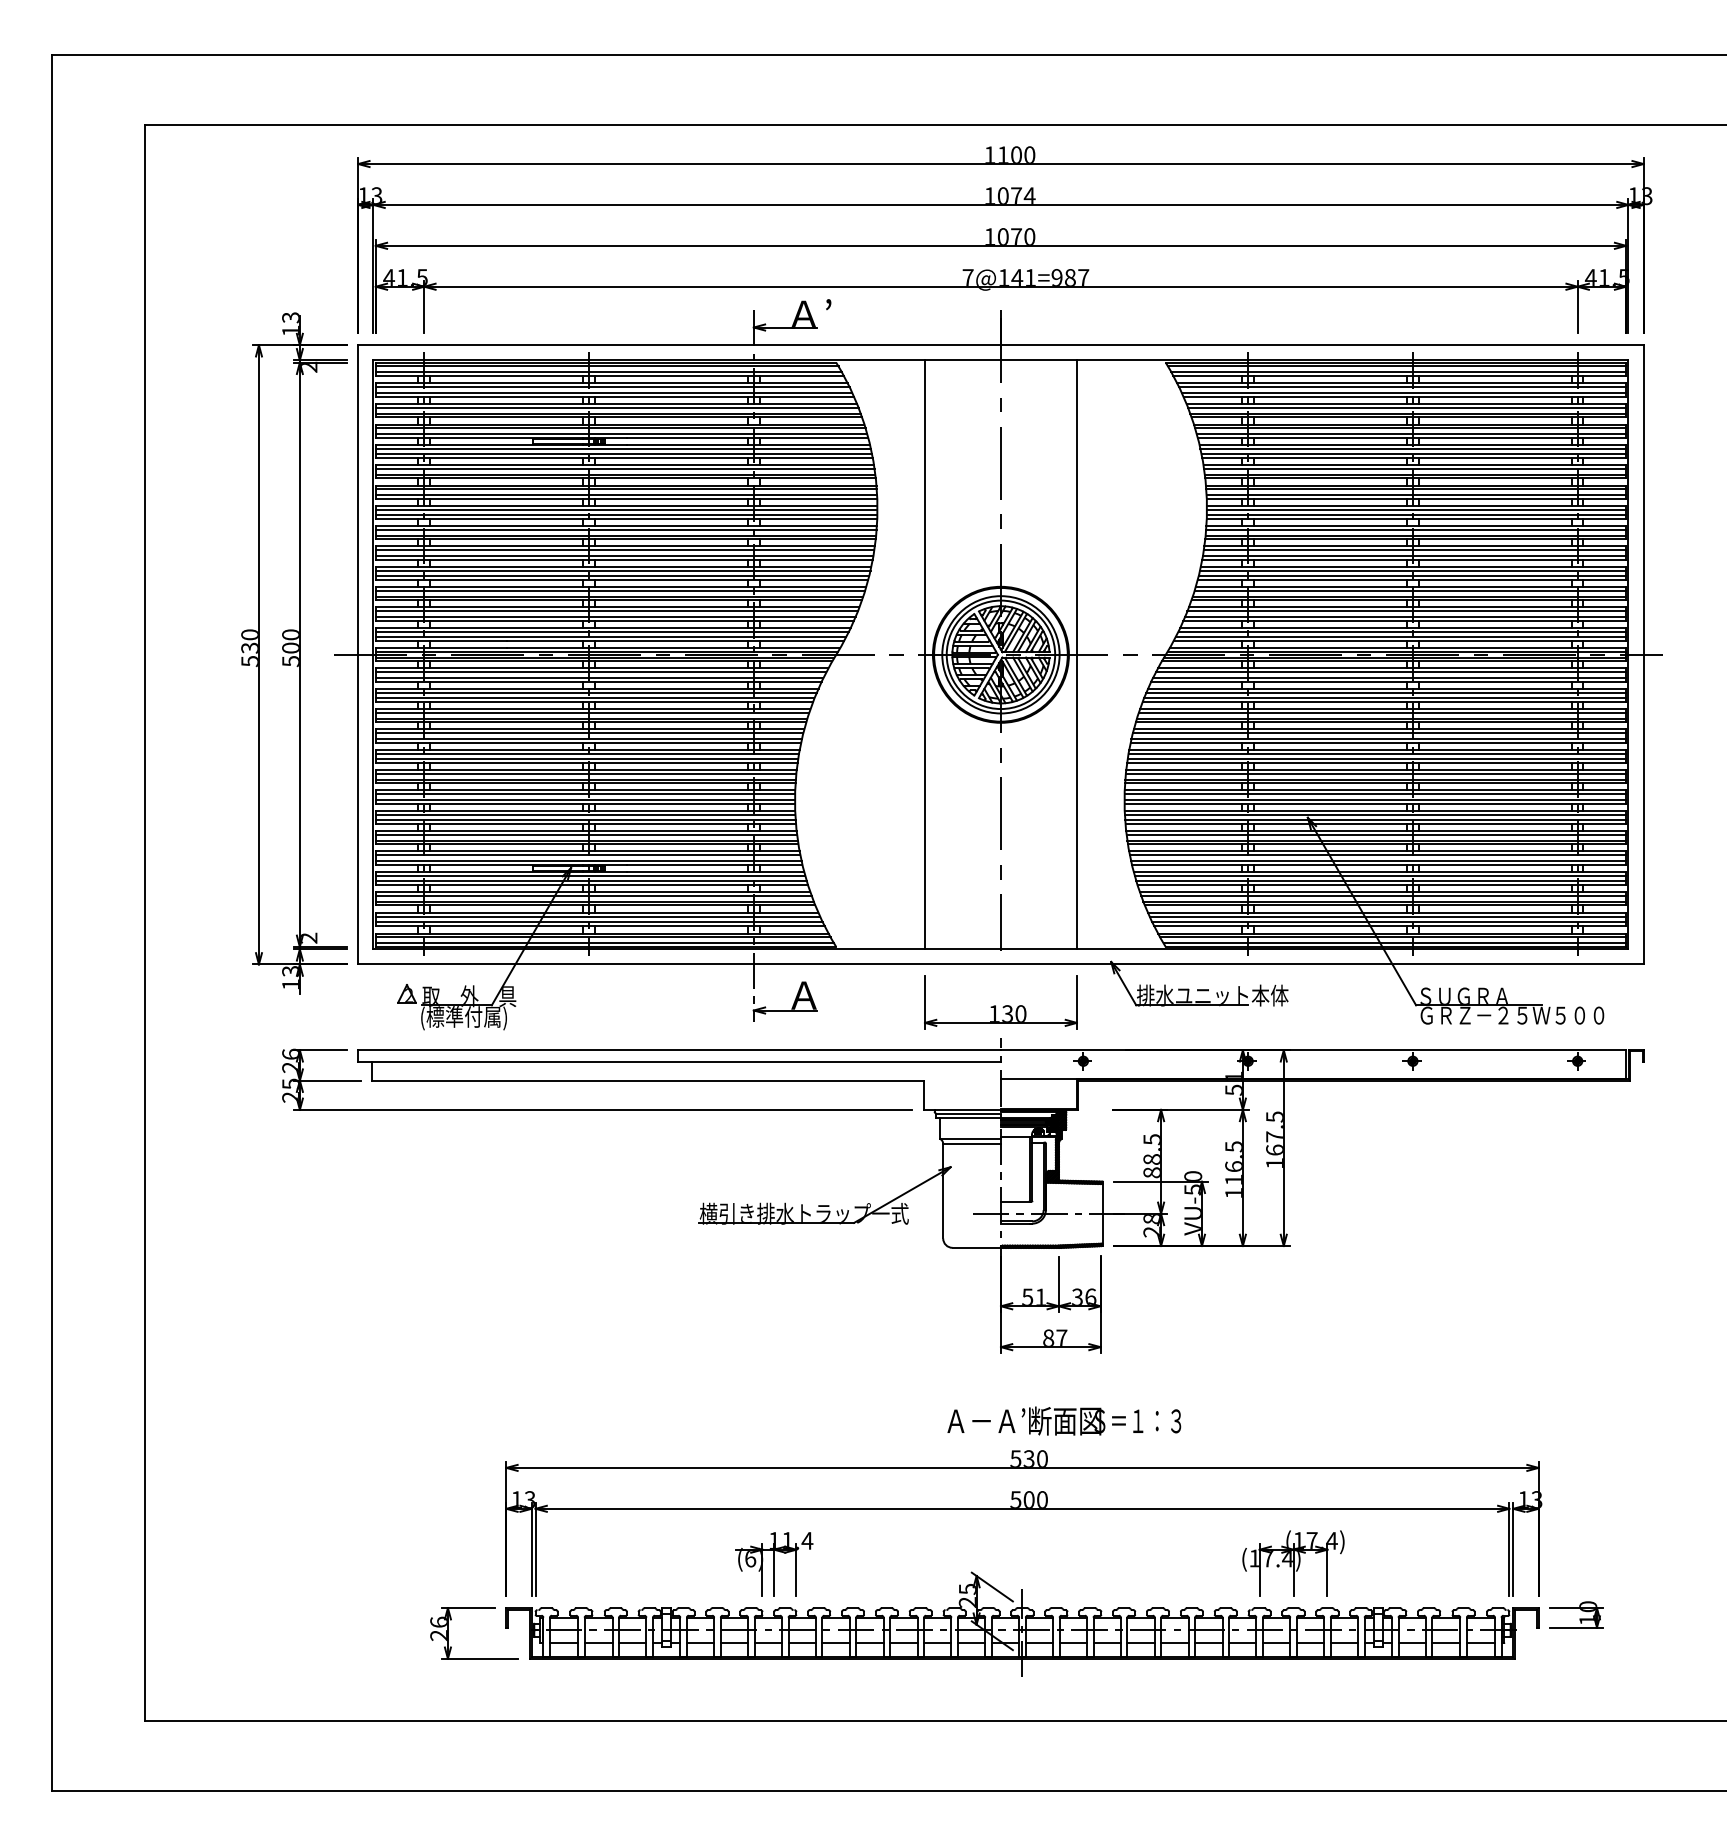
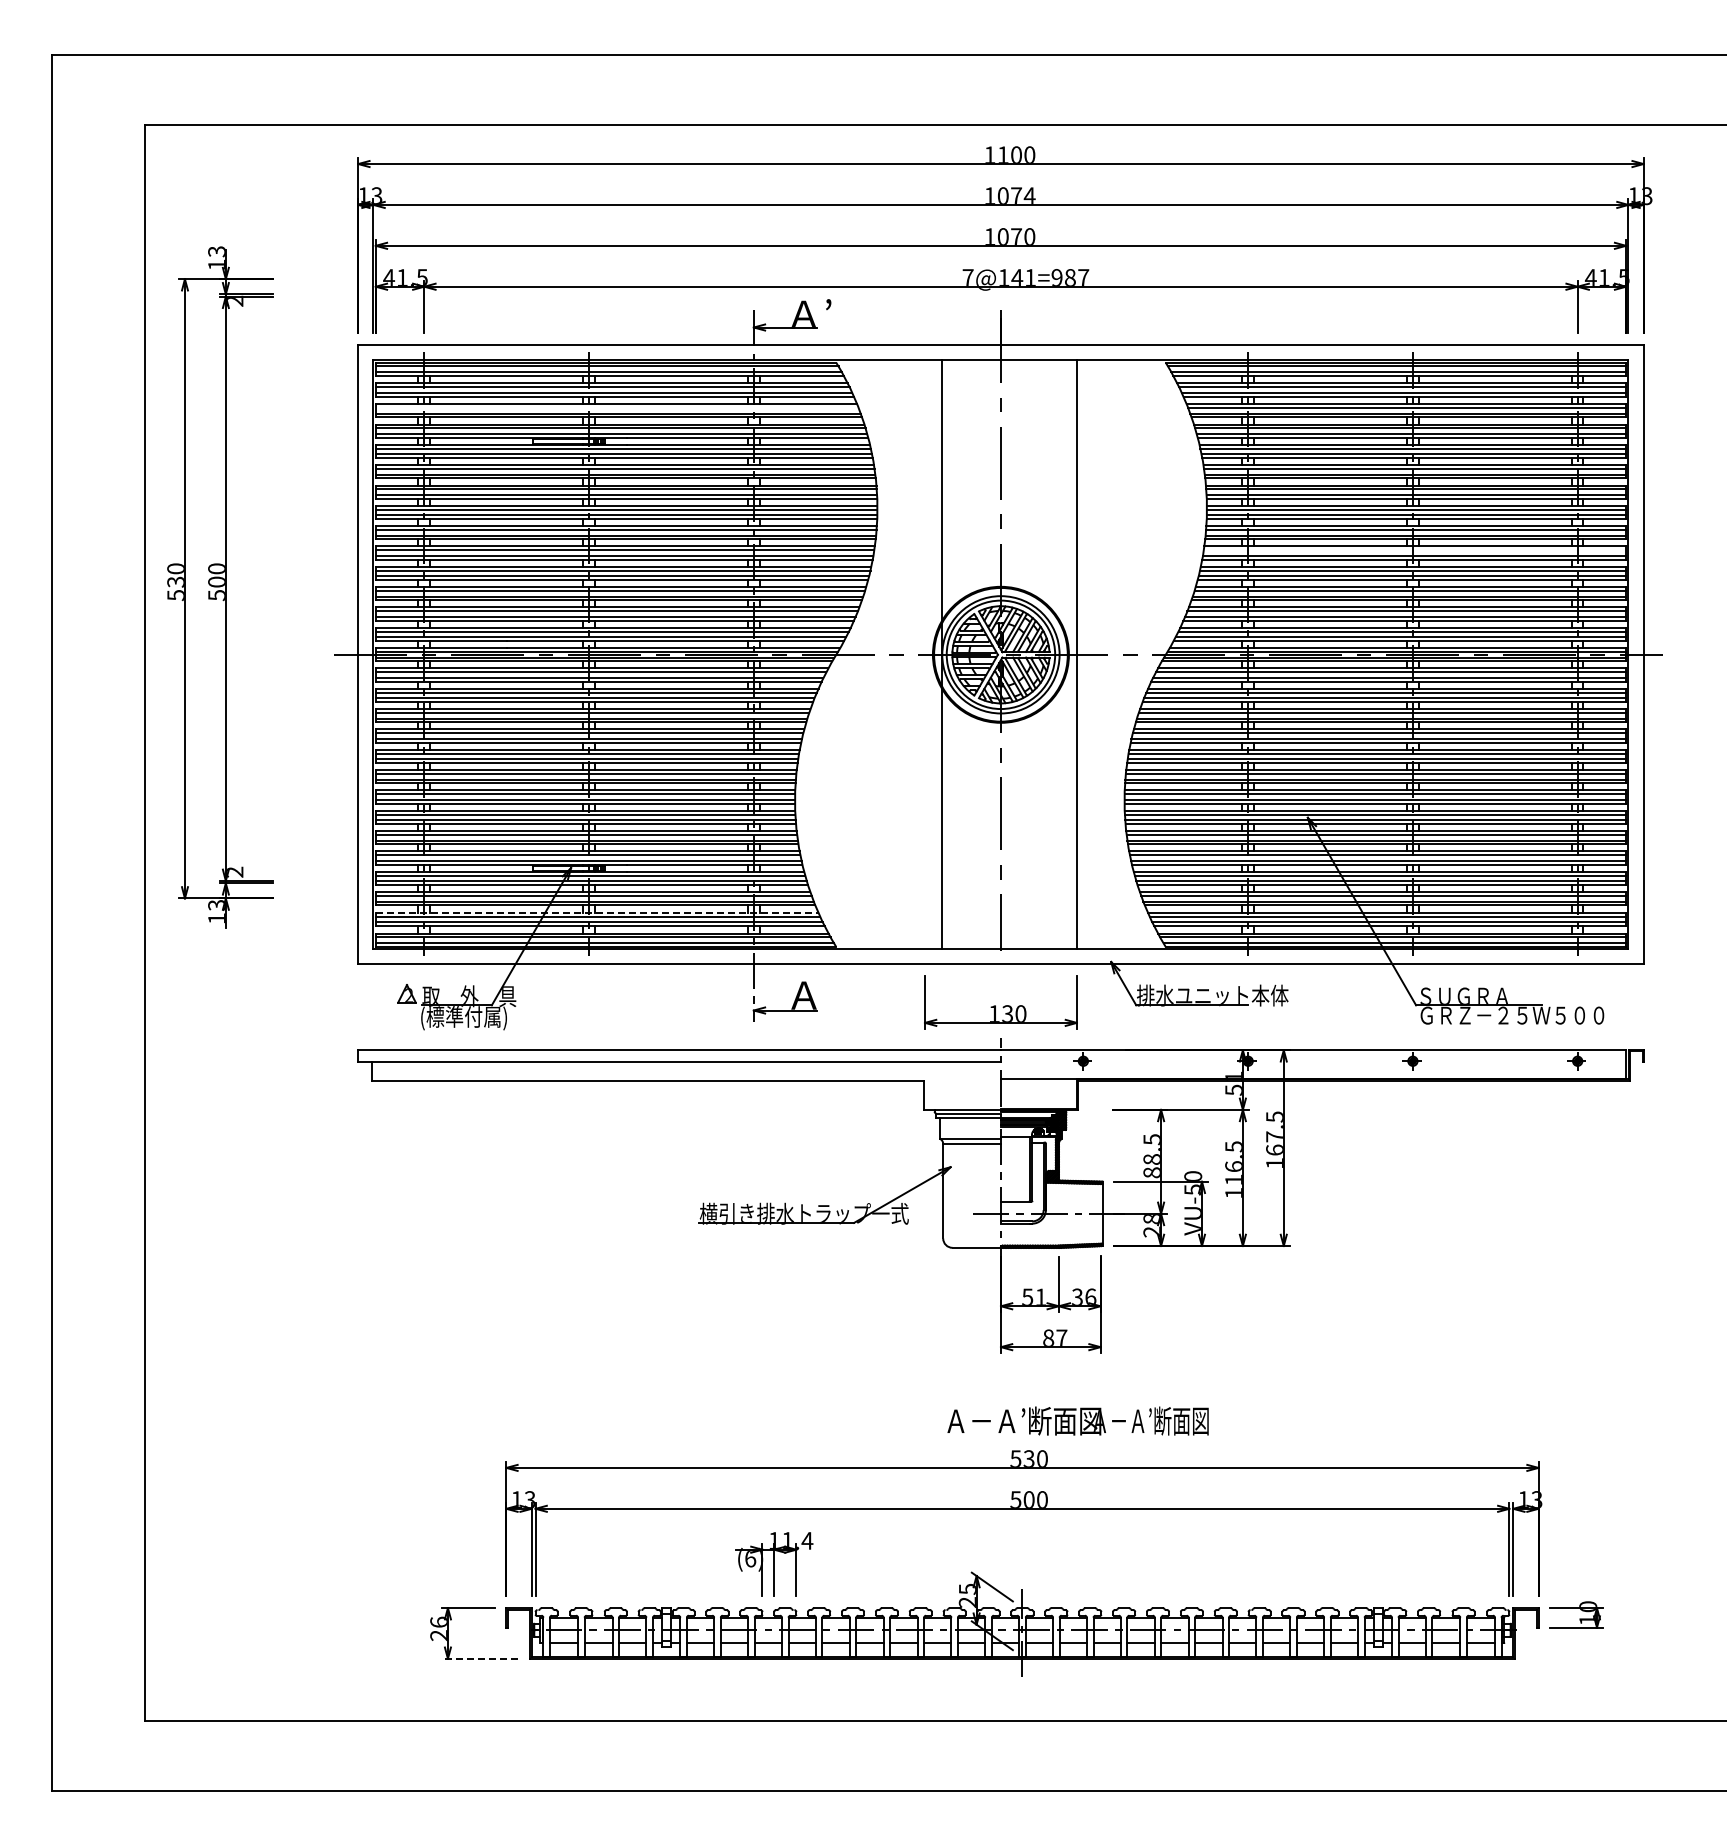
line at (616, 407): present -> none
line at (1414, 550): present -> none
part at (294, 653) position: (294, 653) -> (220, 587)
line at (925, 654) position: (925, 654) -> (942, 654)
line at (597, 912): solid -> dashed
part at (597, 1109): present -> none
text at (1150, 1420): Ｓ＝１：３ -> Ａ－Ａ’断面図
part at (1293, 1563): present -> none
line at (480, 1658): solid -> dashed
